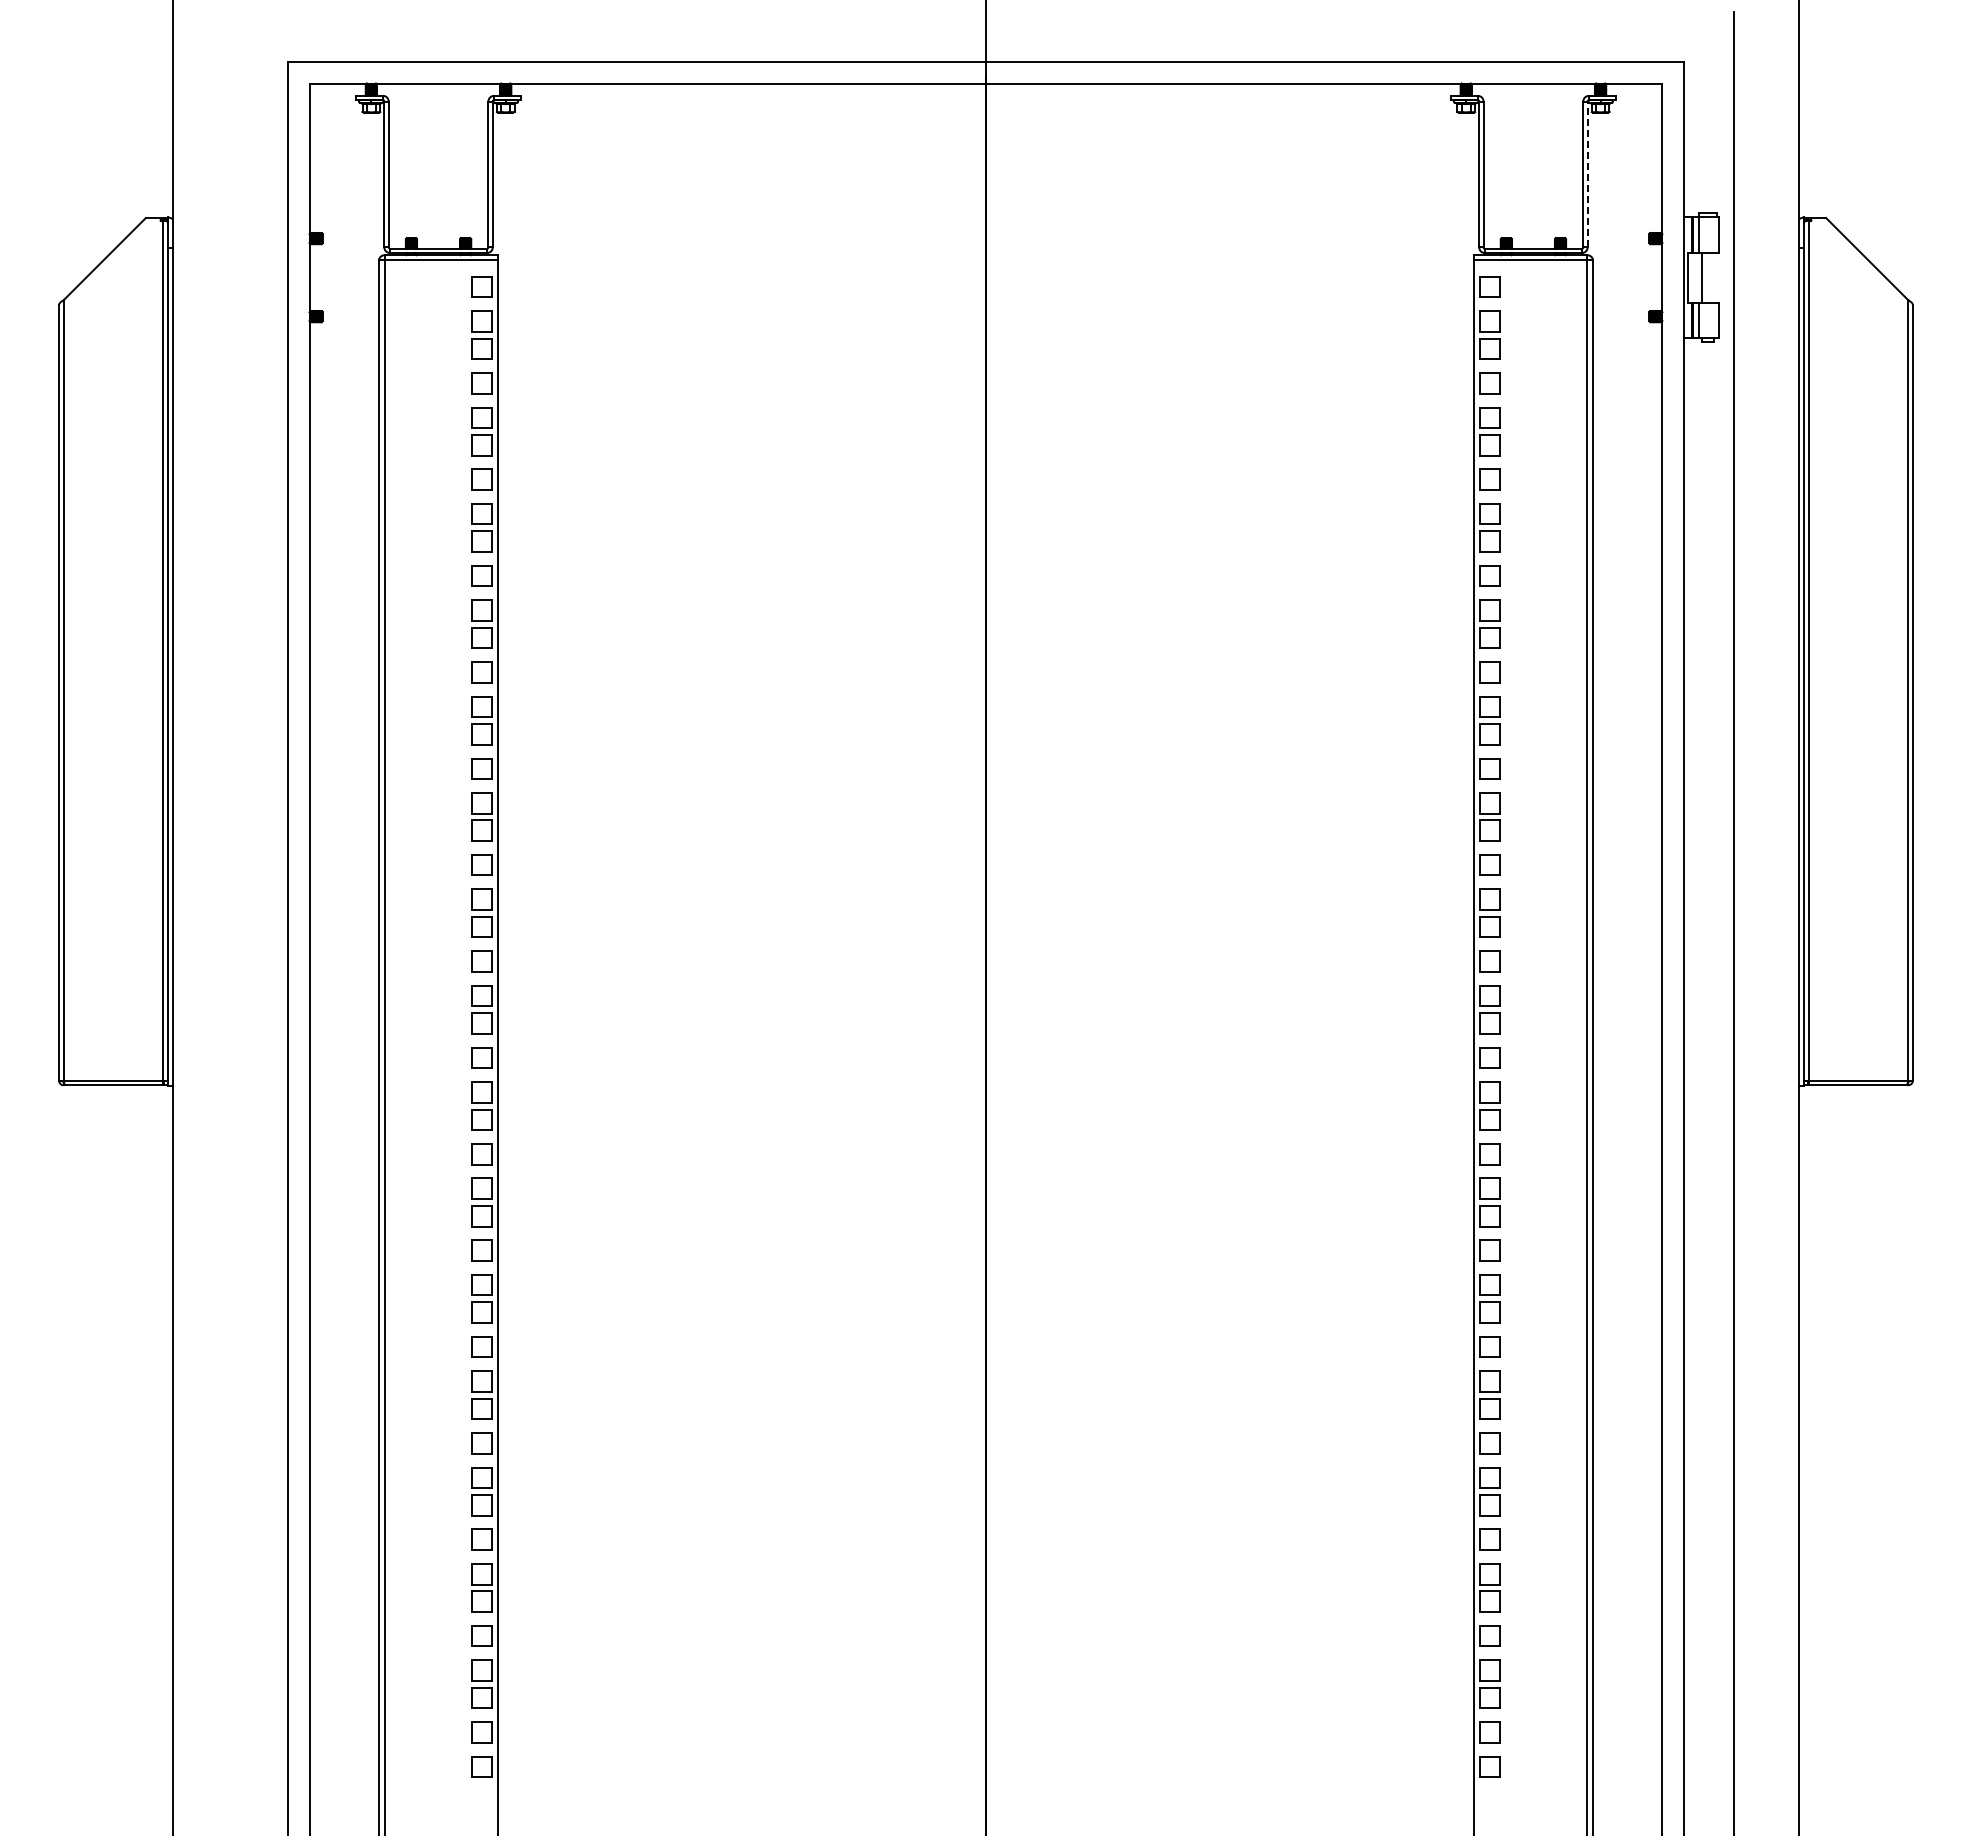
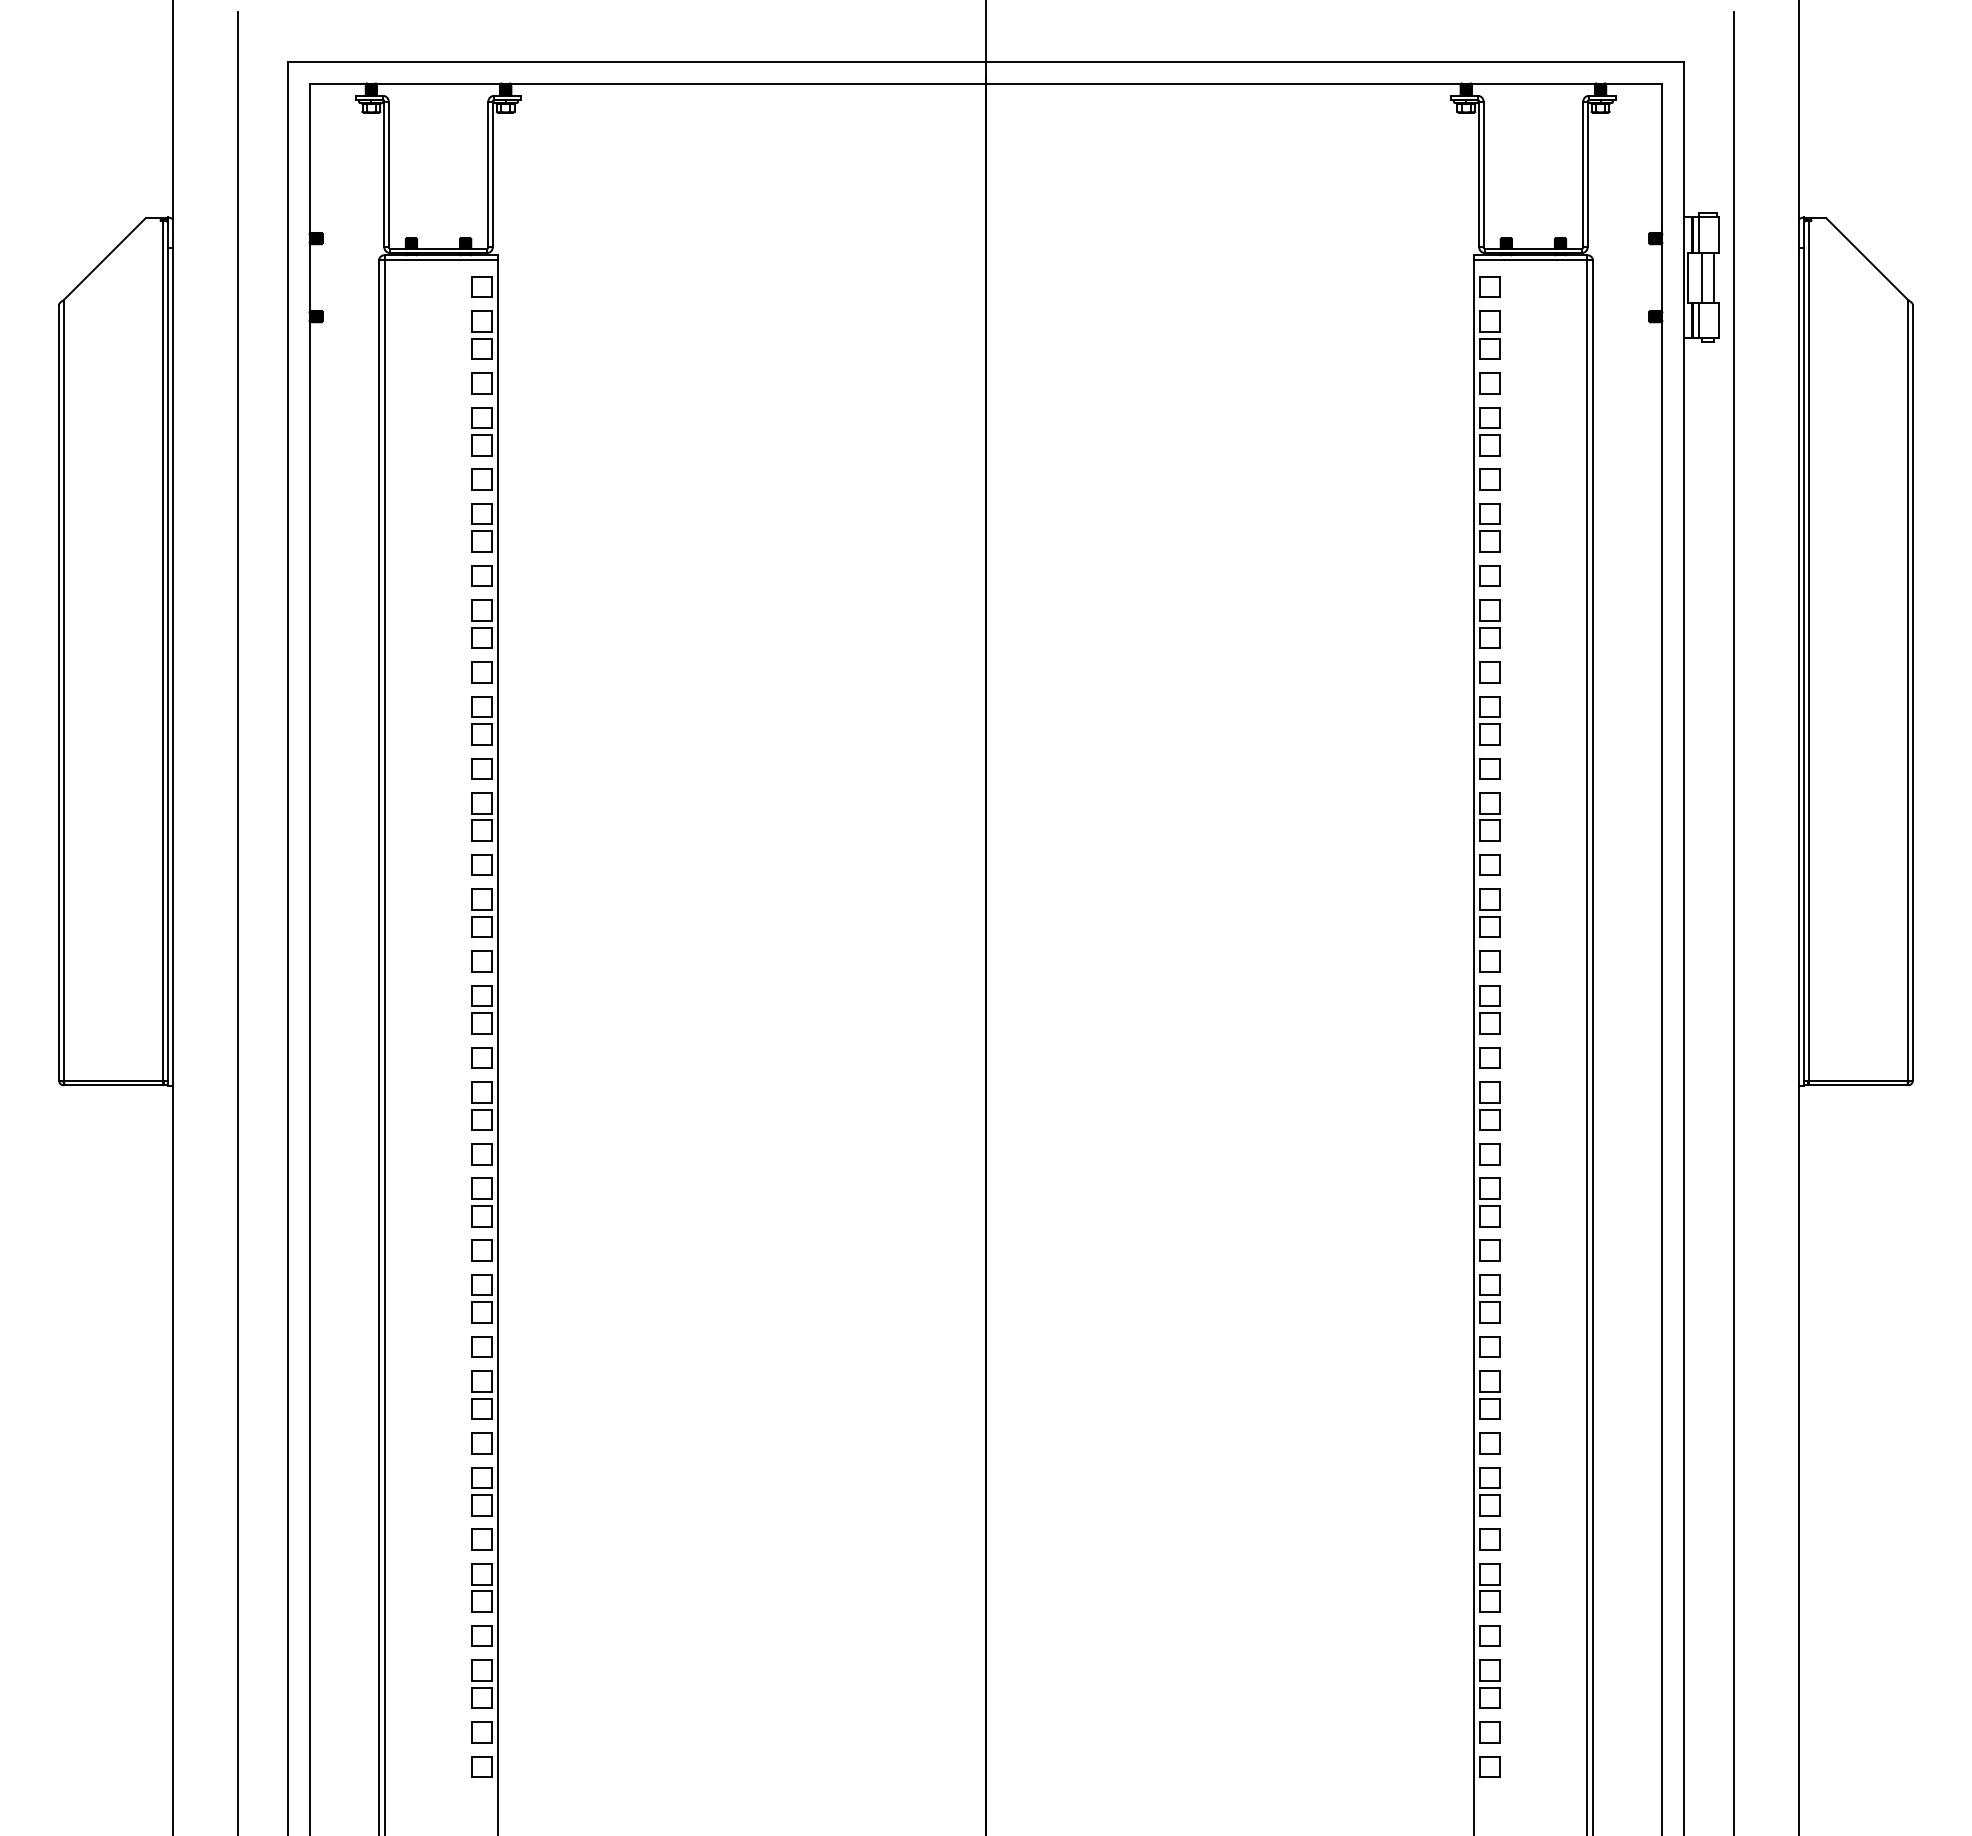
line at (1587, 174): dashed -> solid
line at (1714, 277): none -> present
line at (238, 922): none -> present
